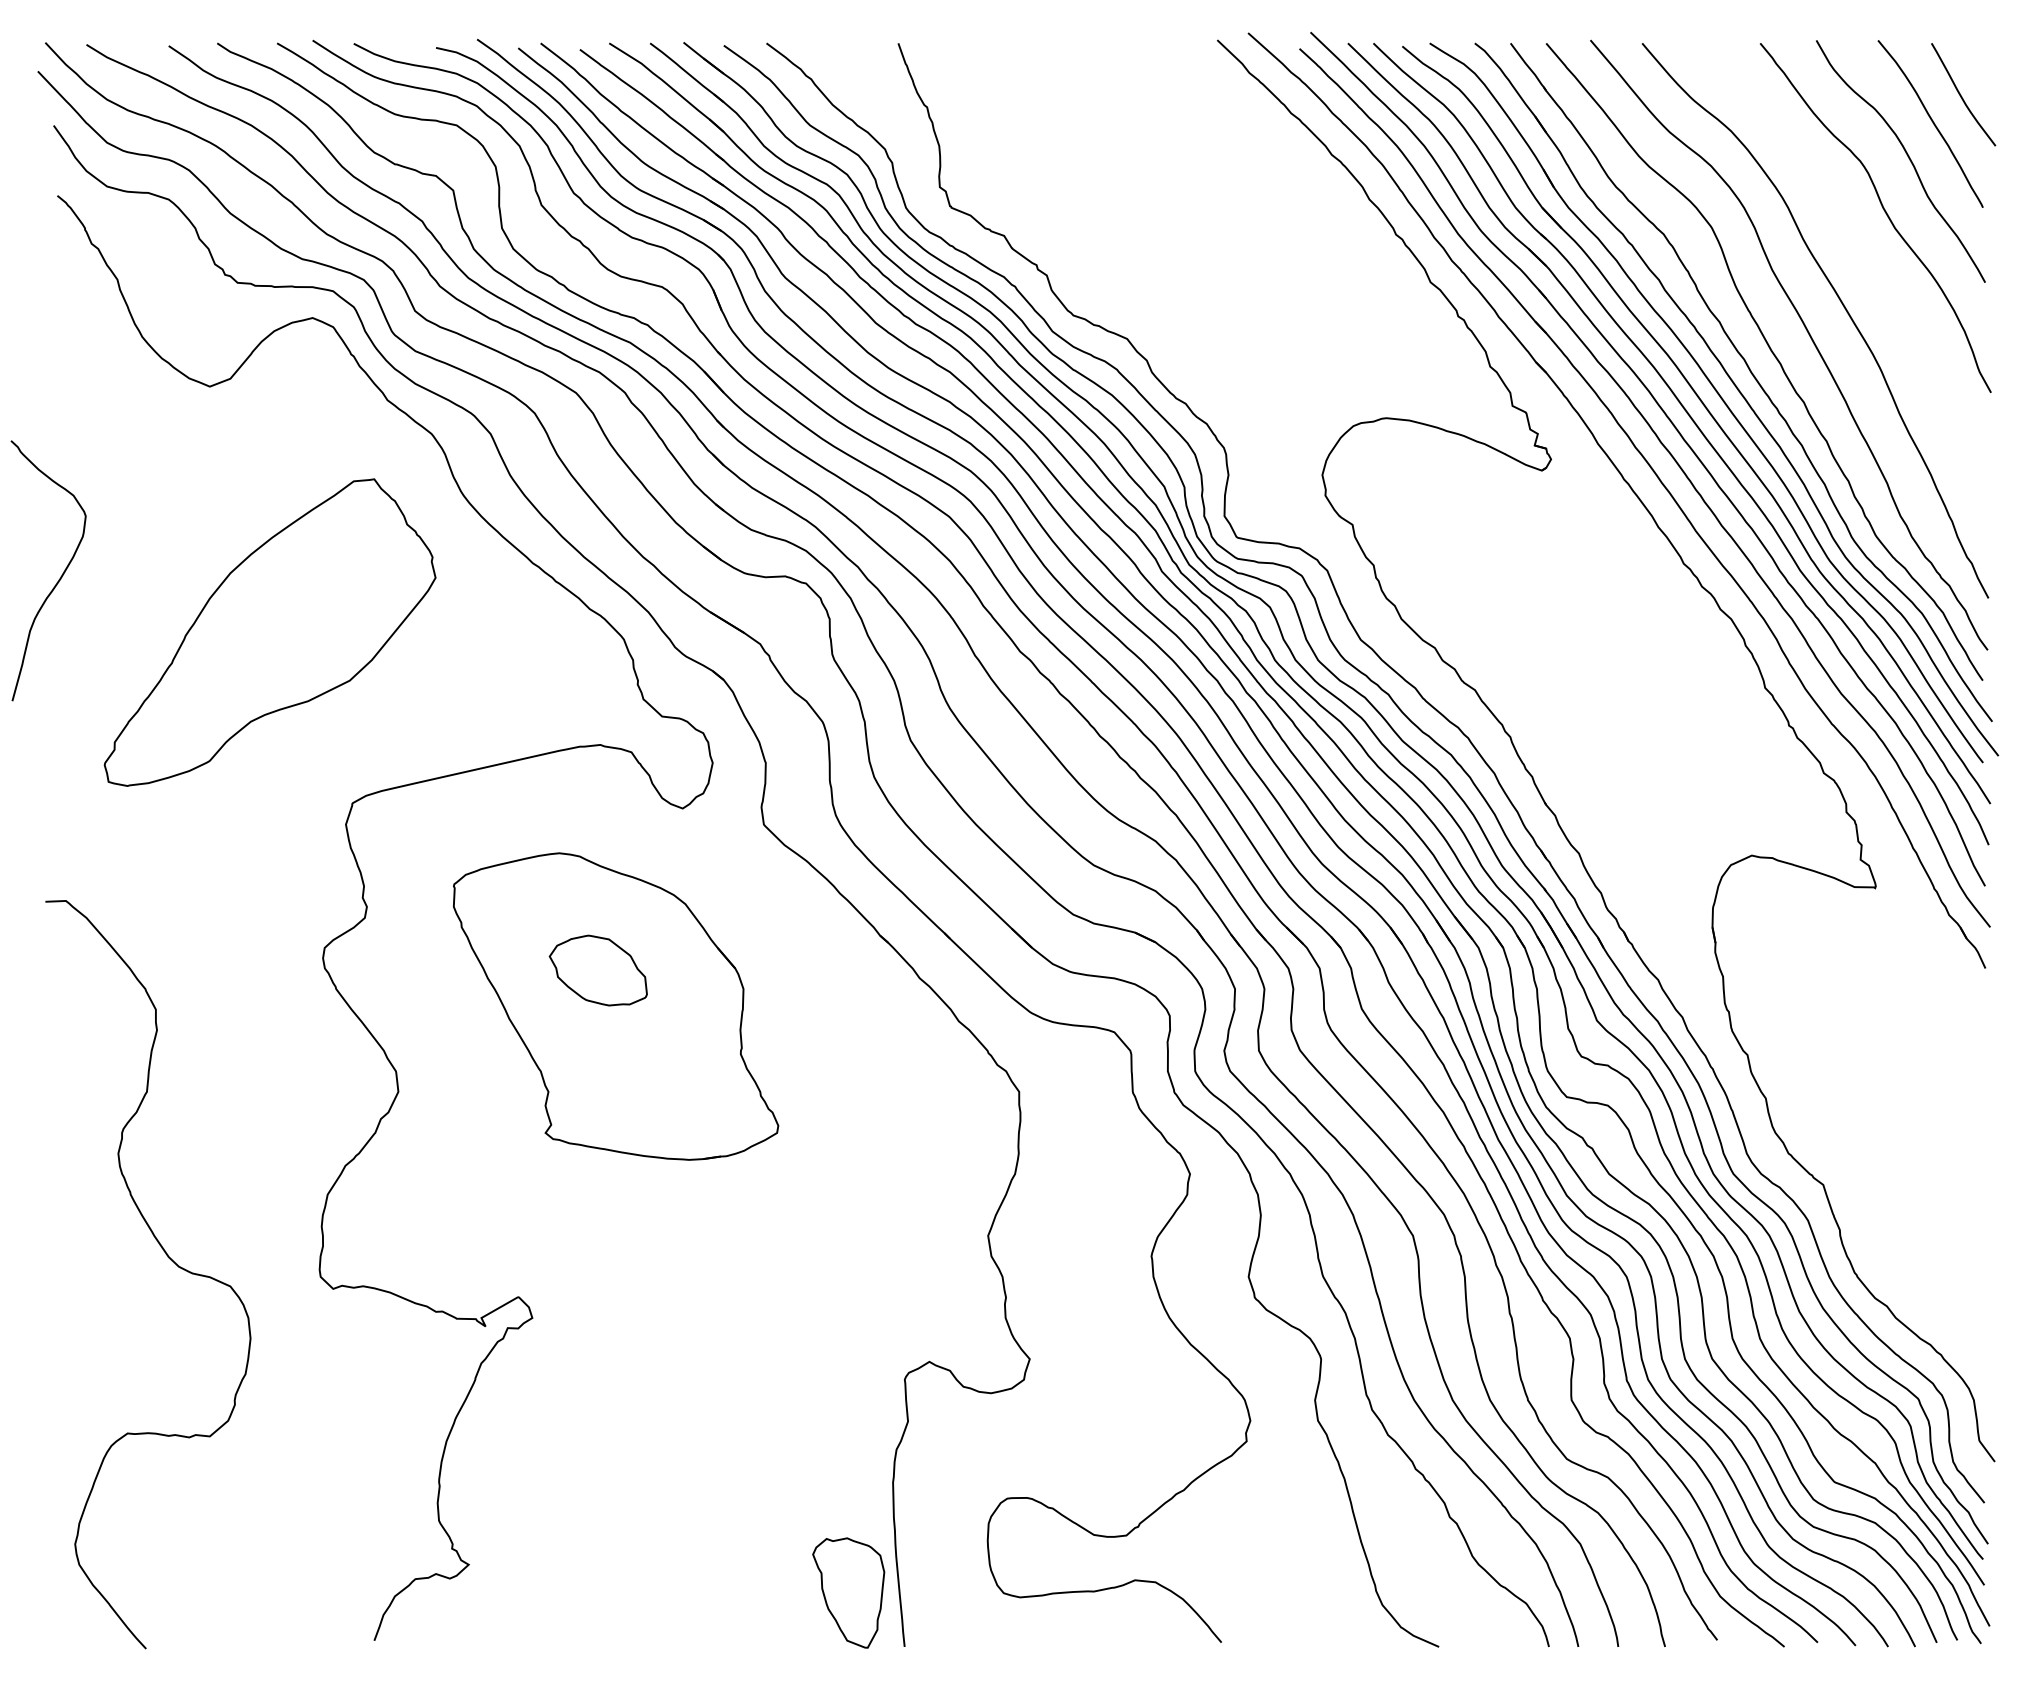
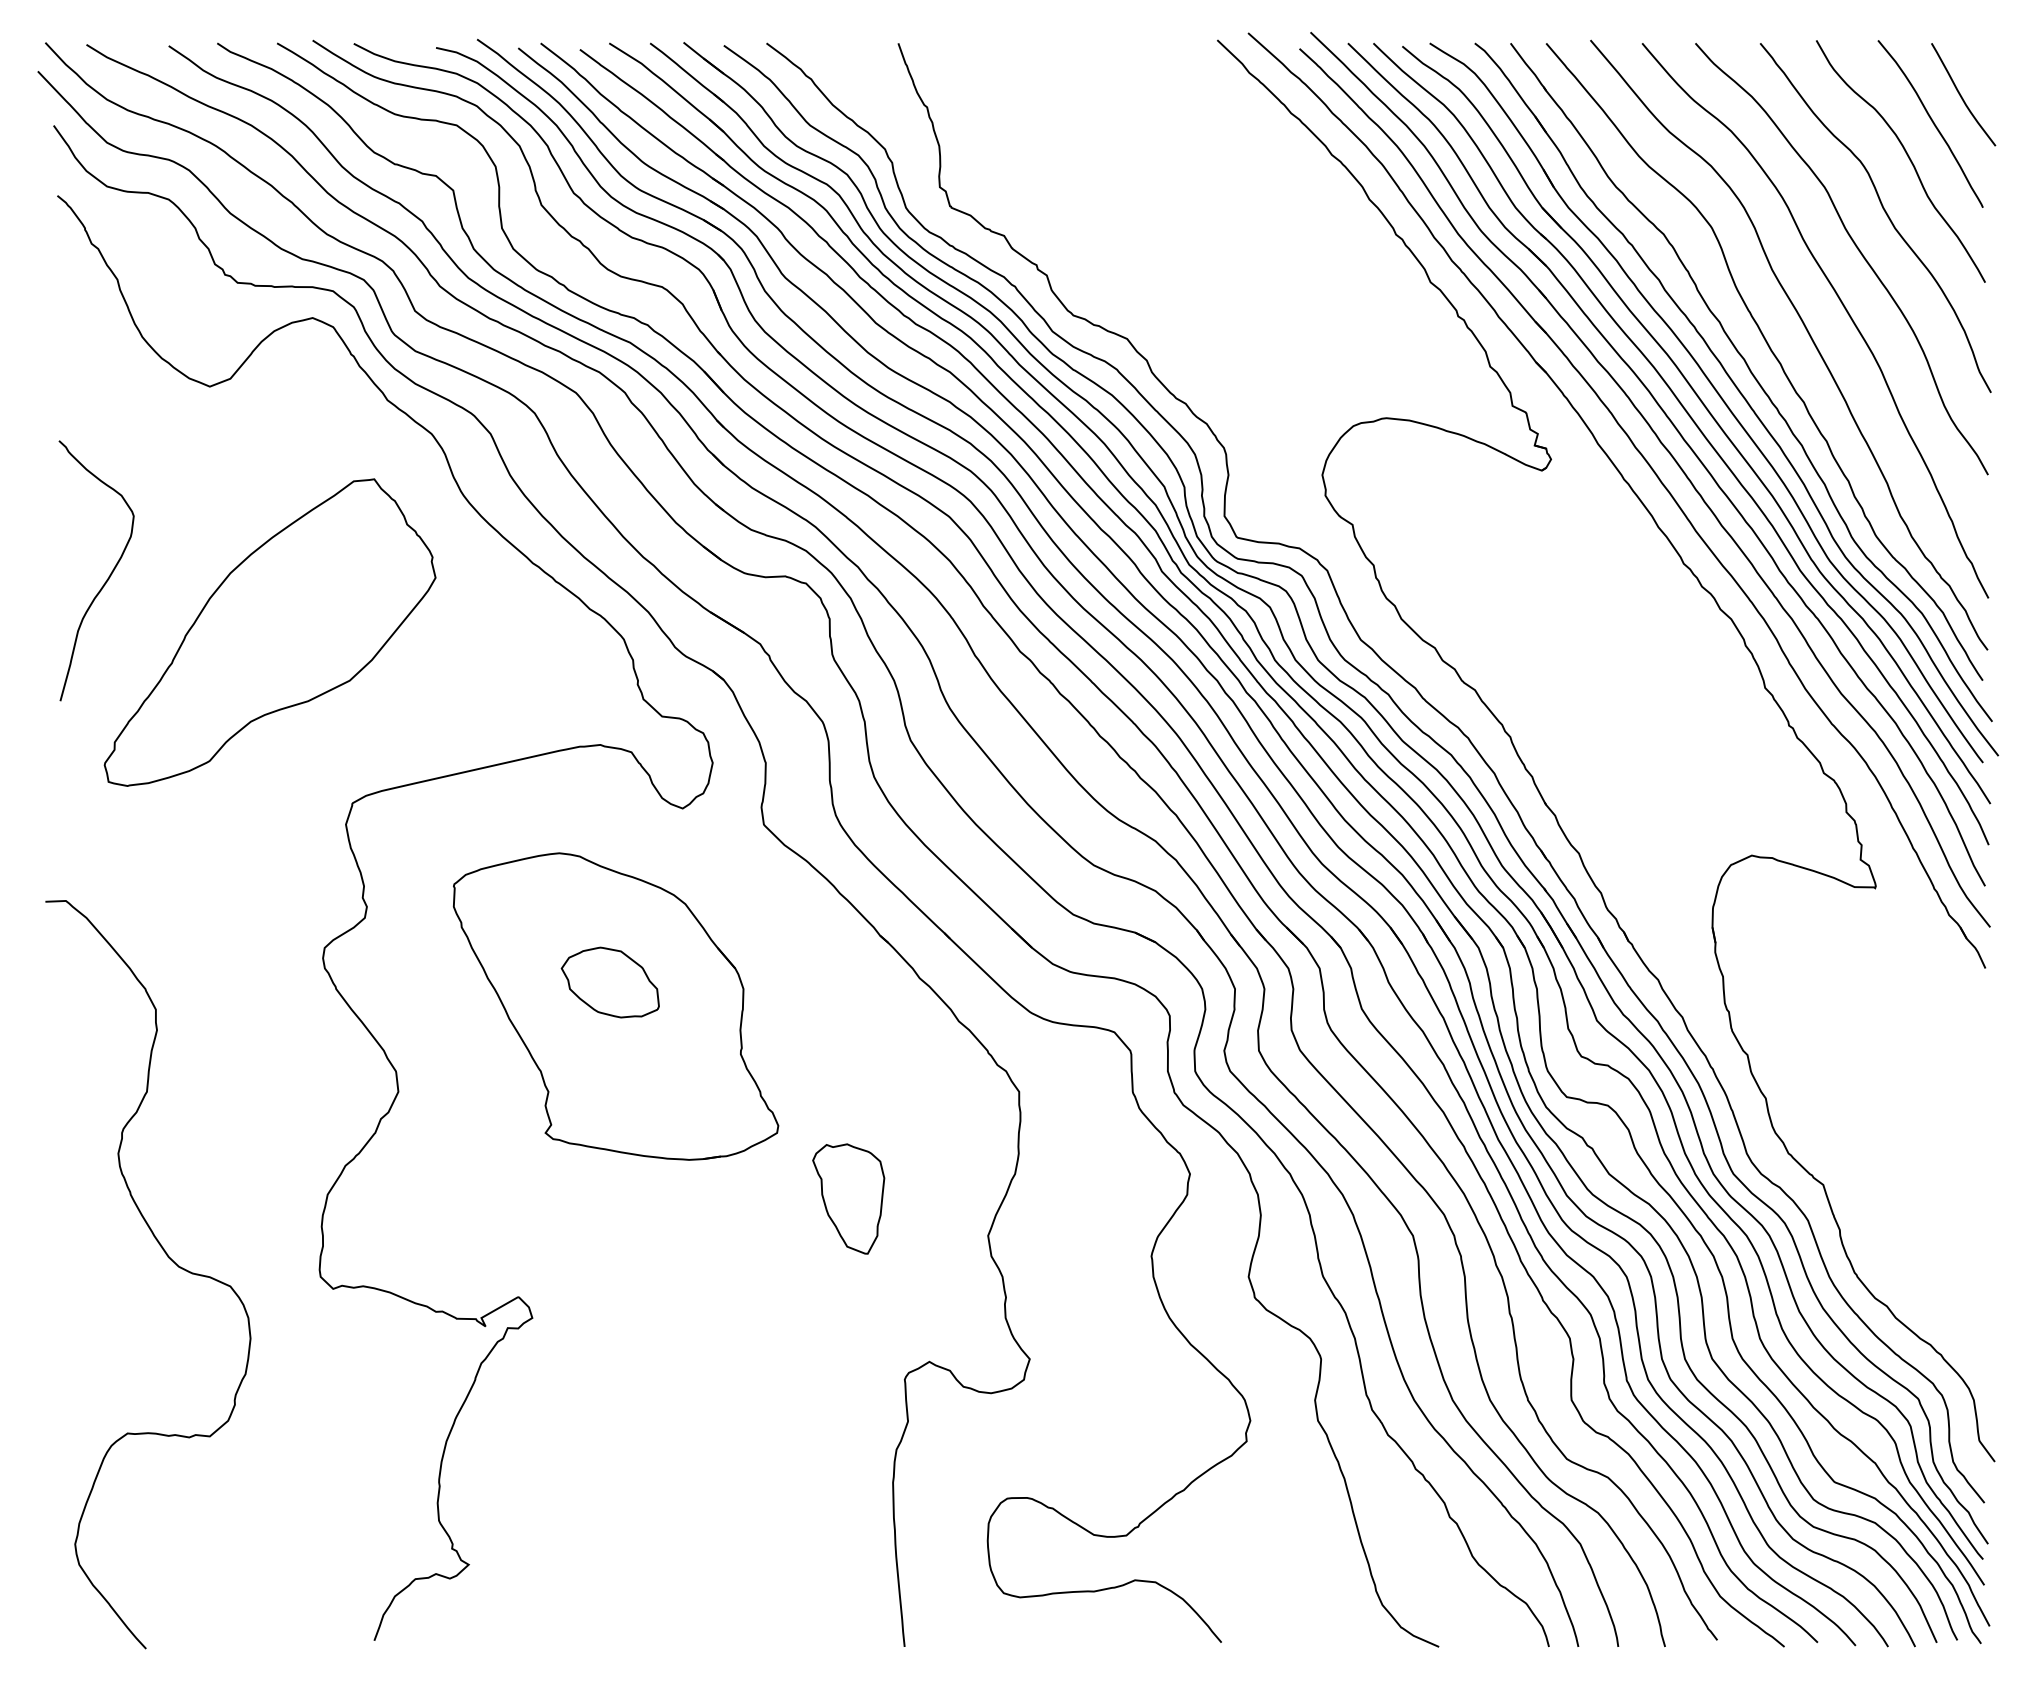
curve at (1856, 248): none -> present
curve at (60, 576) position: (60, 576) -> (108, 576)
part at (597, 970) position: (597, 970) -> (609, 982)
part at (848, 1592) position: (848, 1592) -> (848, 1198)
